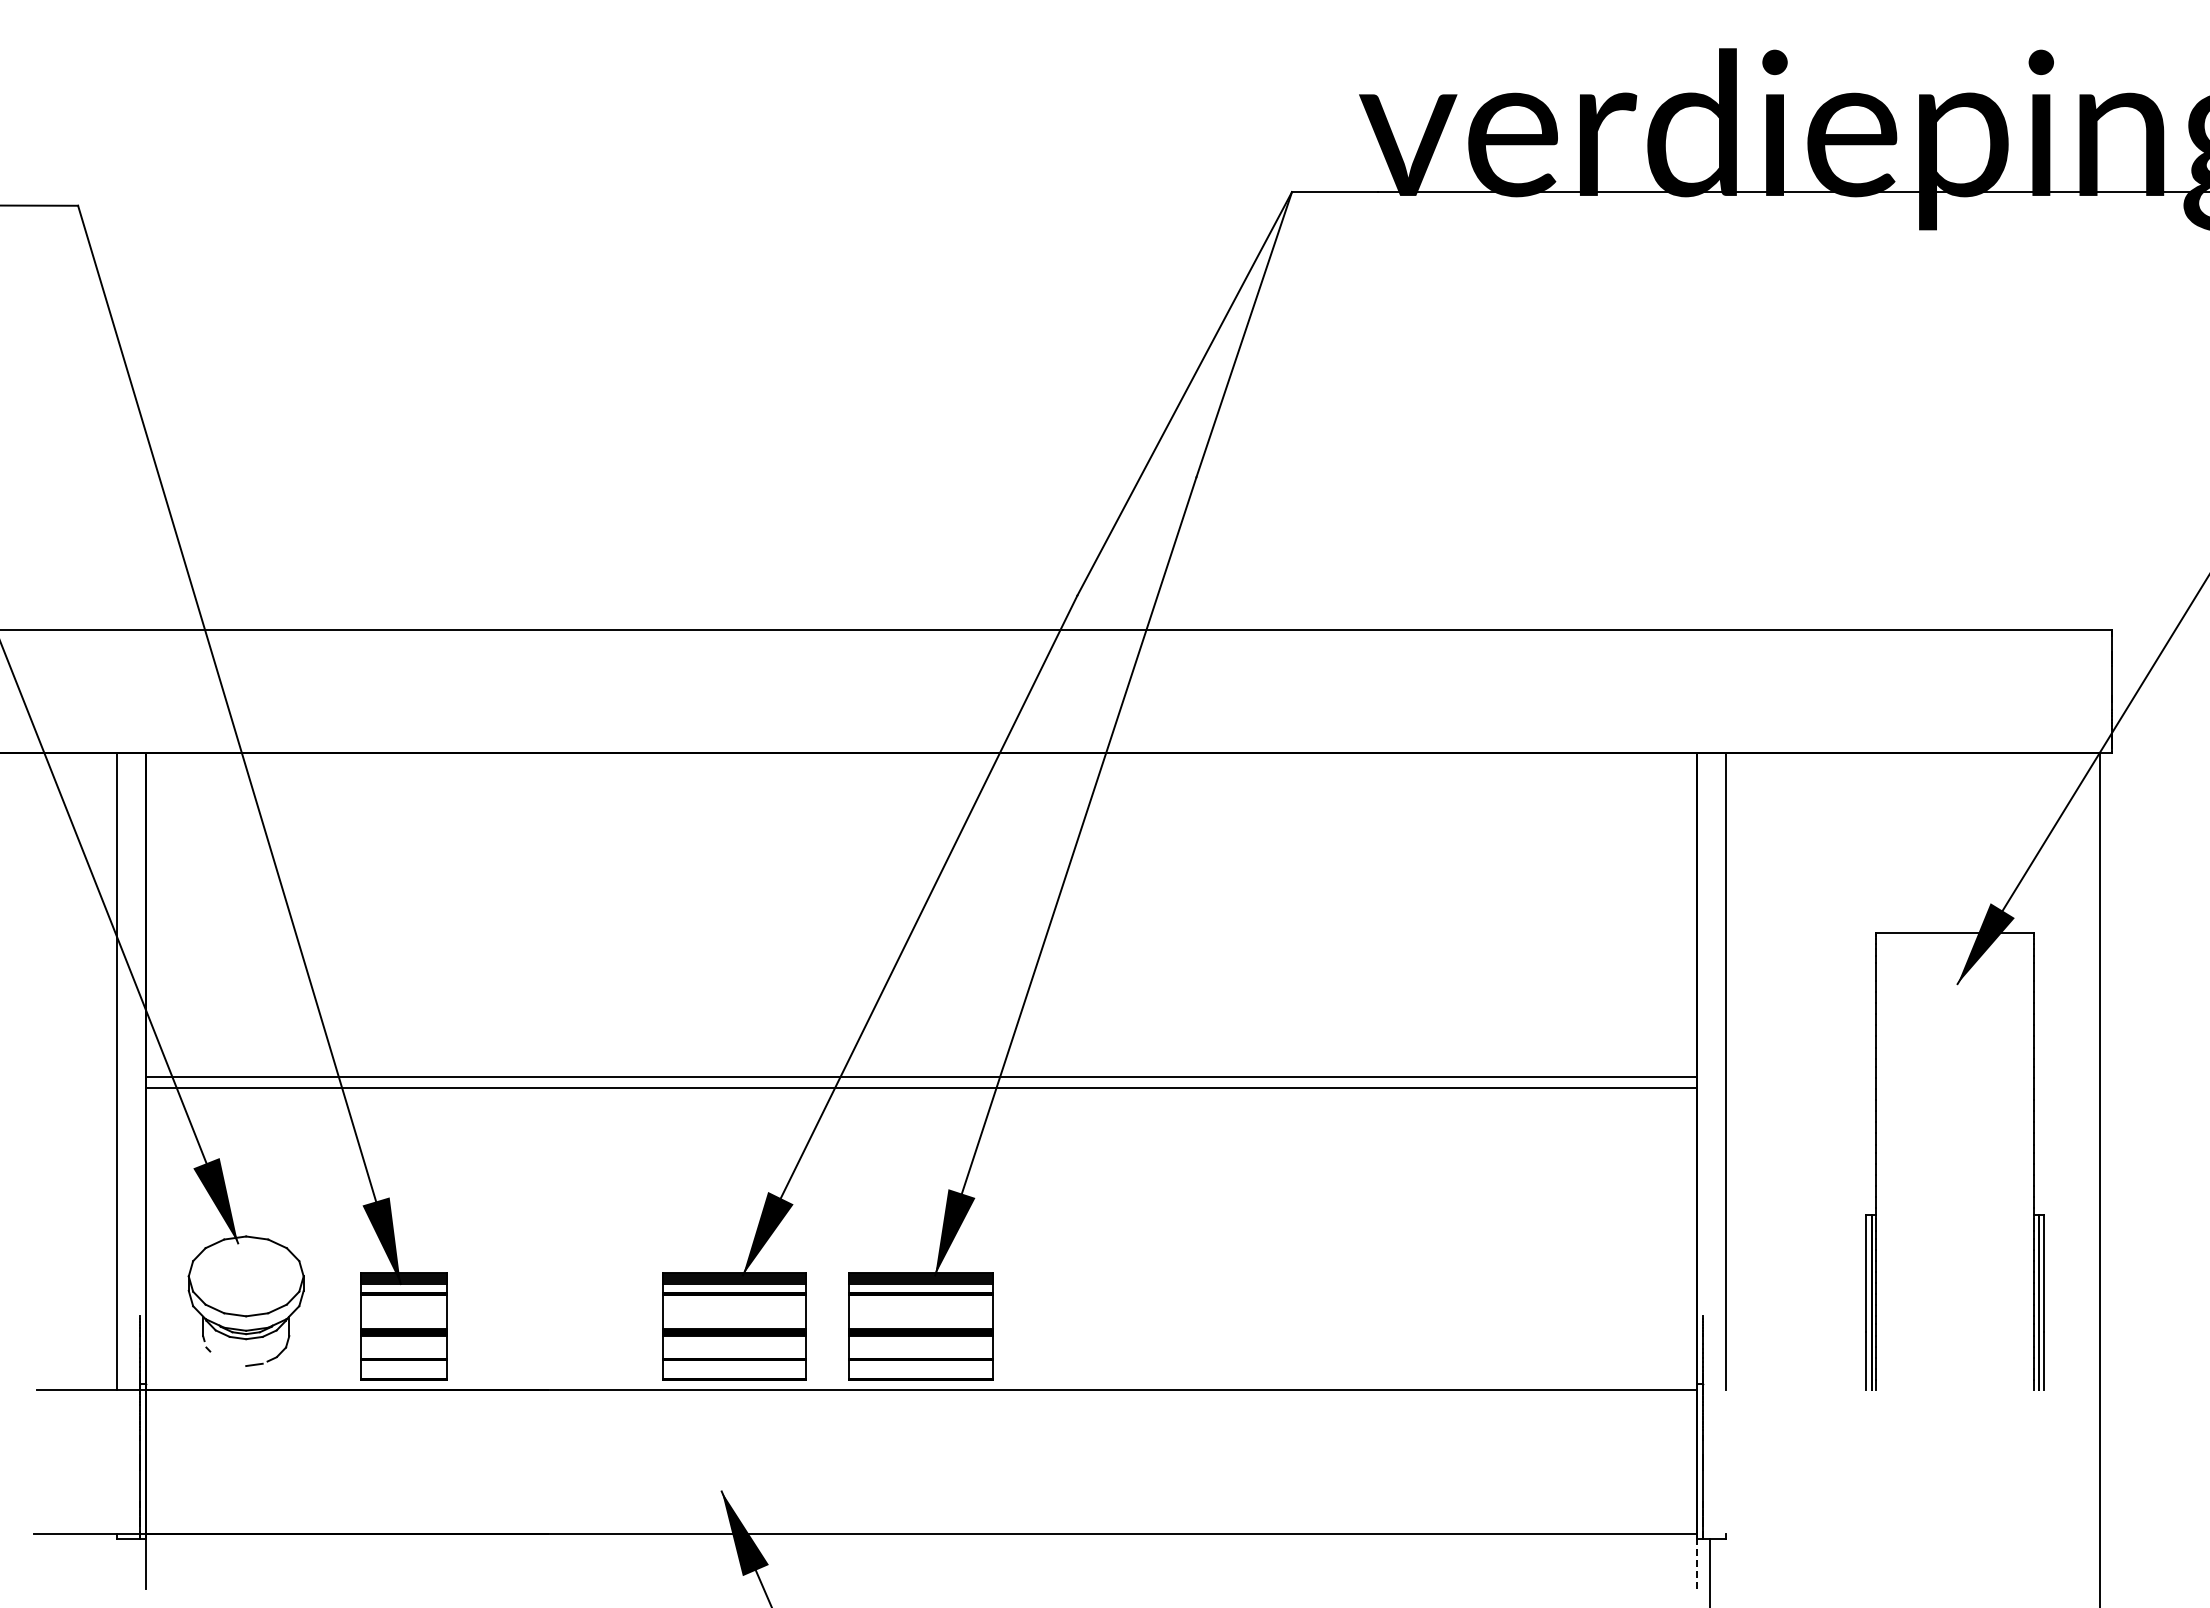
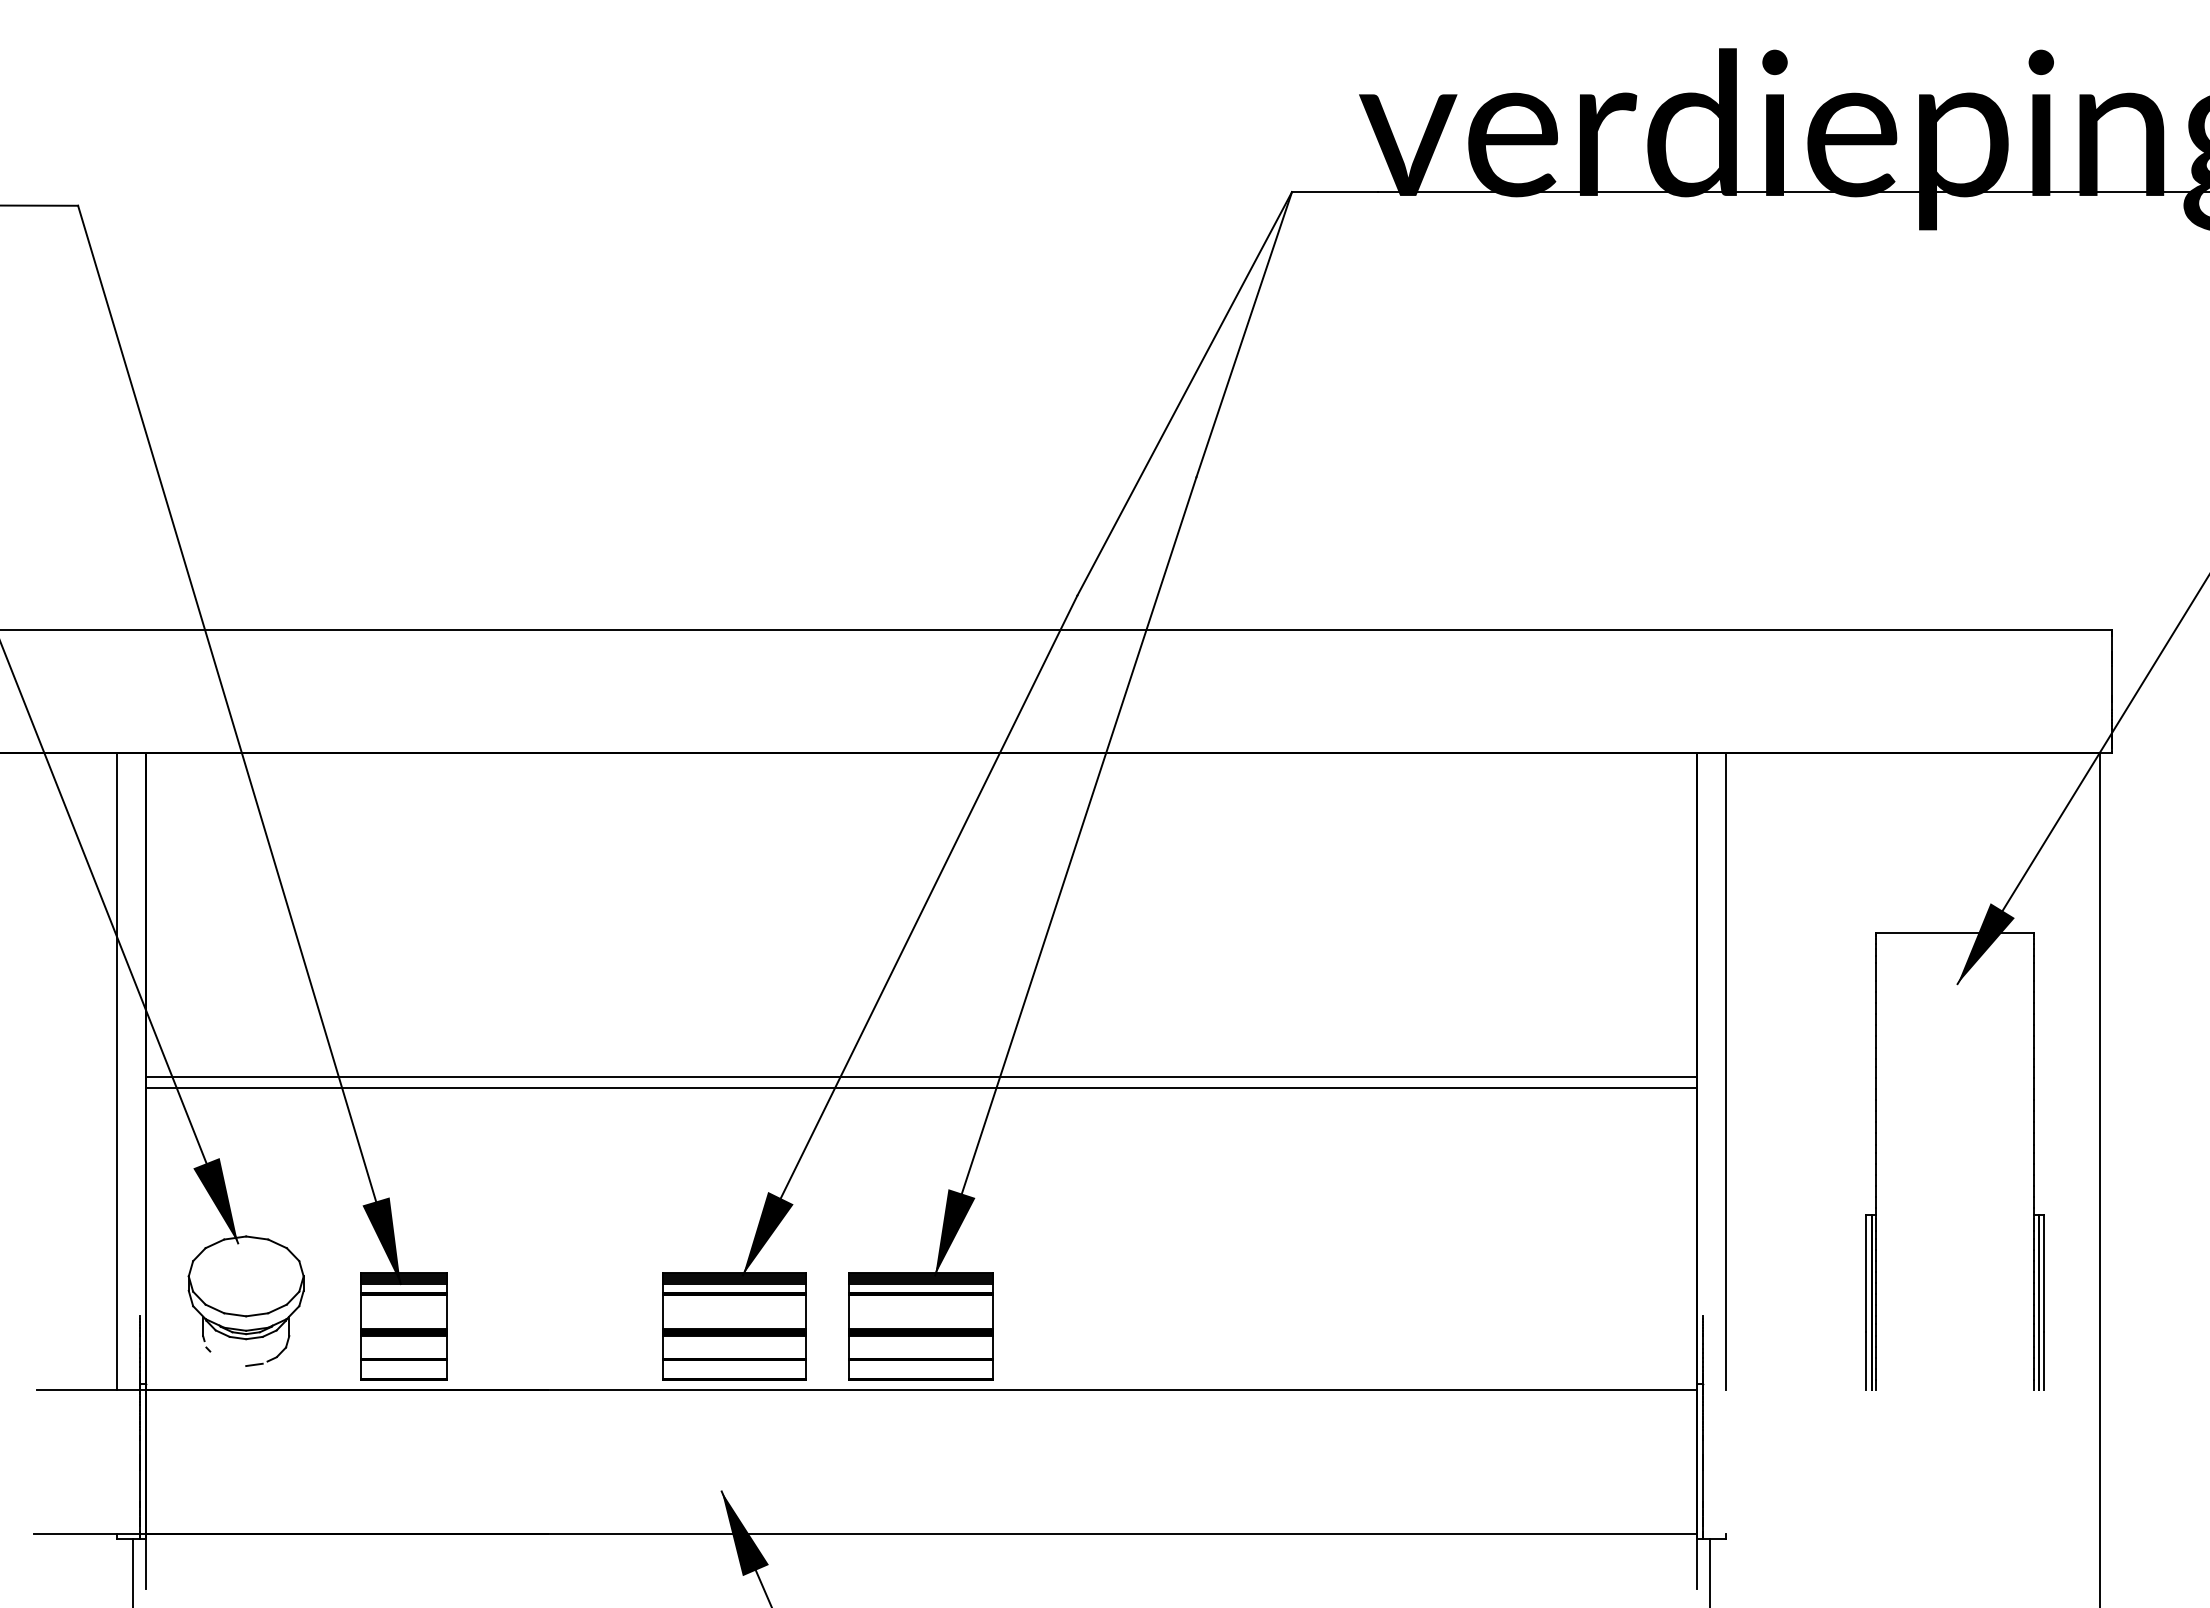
line at (1696, 1562): dashed -> solid
line at (132, 1571): none -> present
